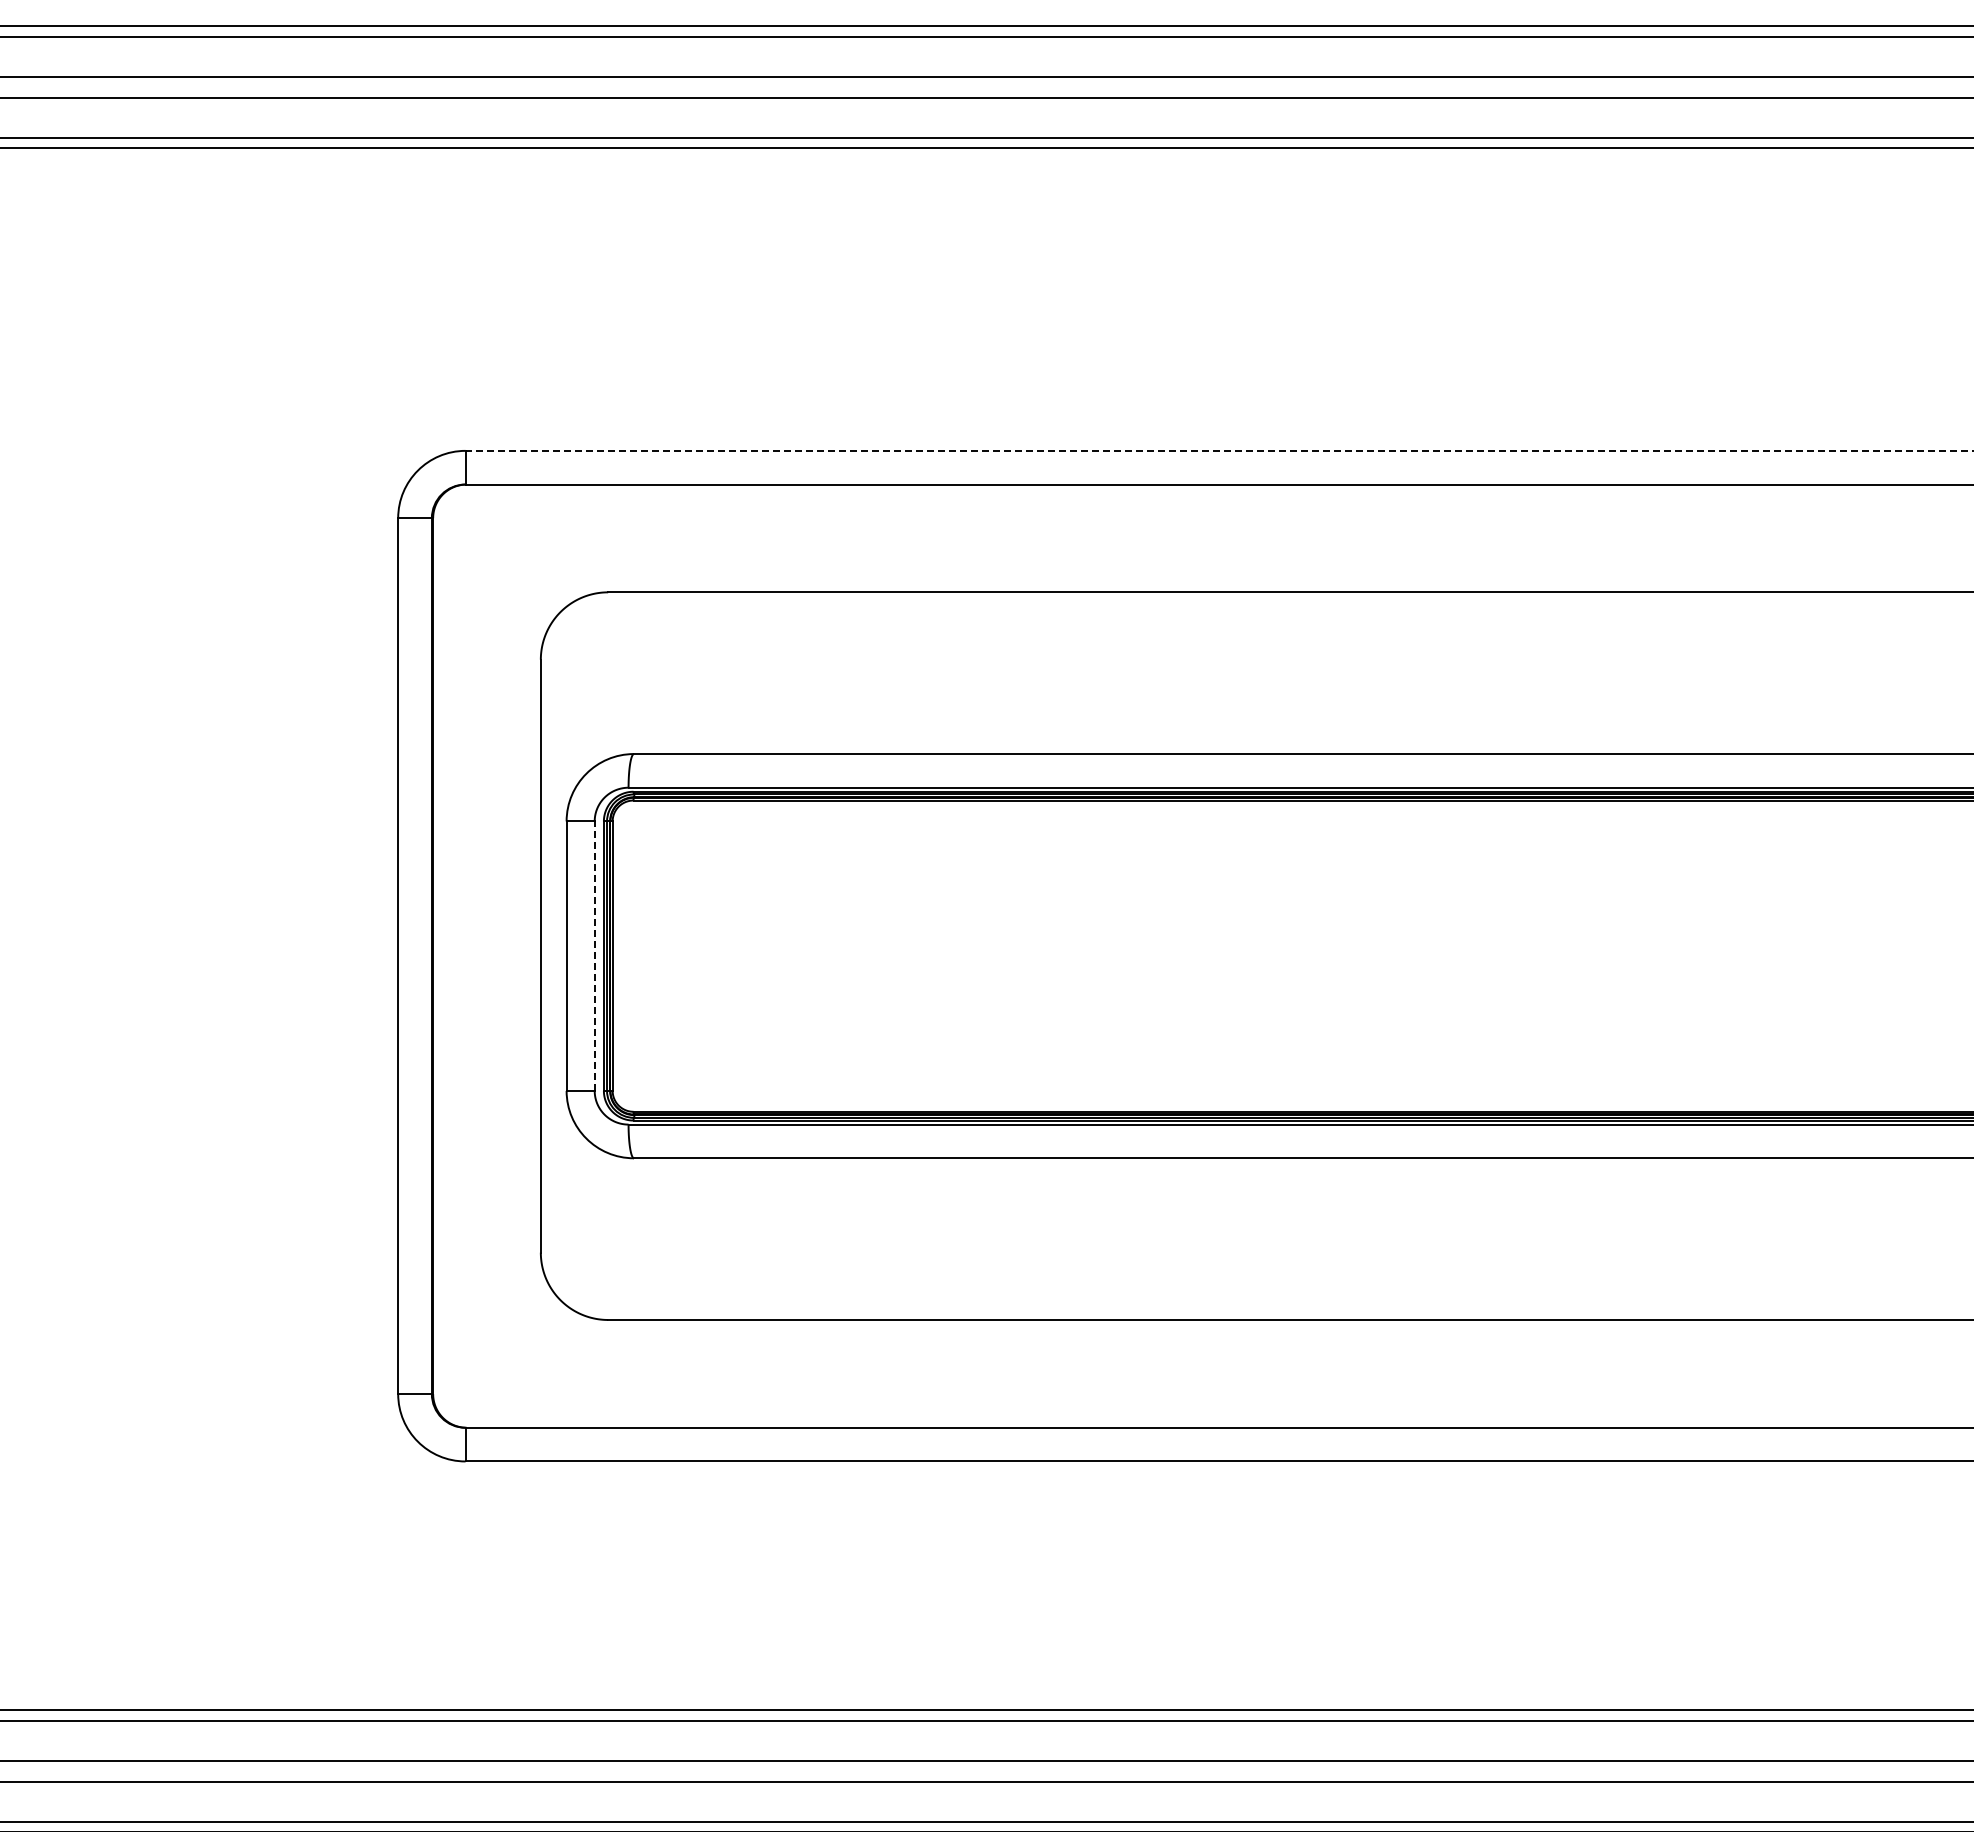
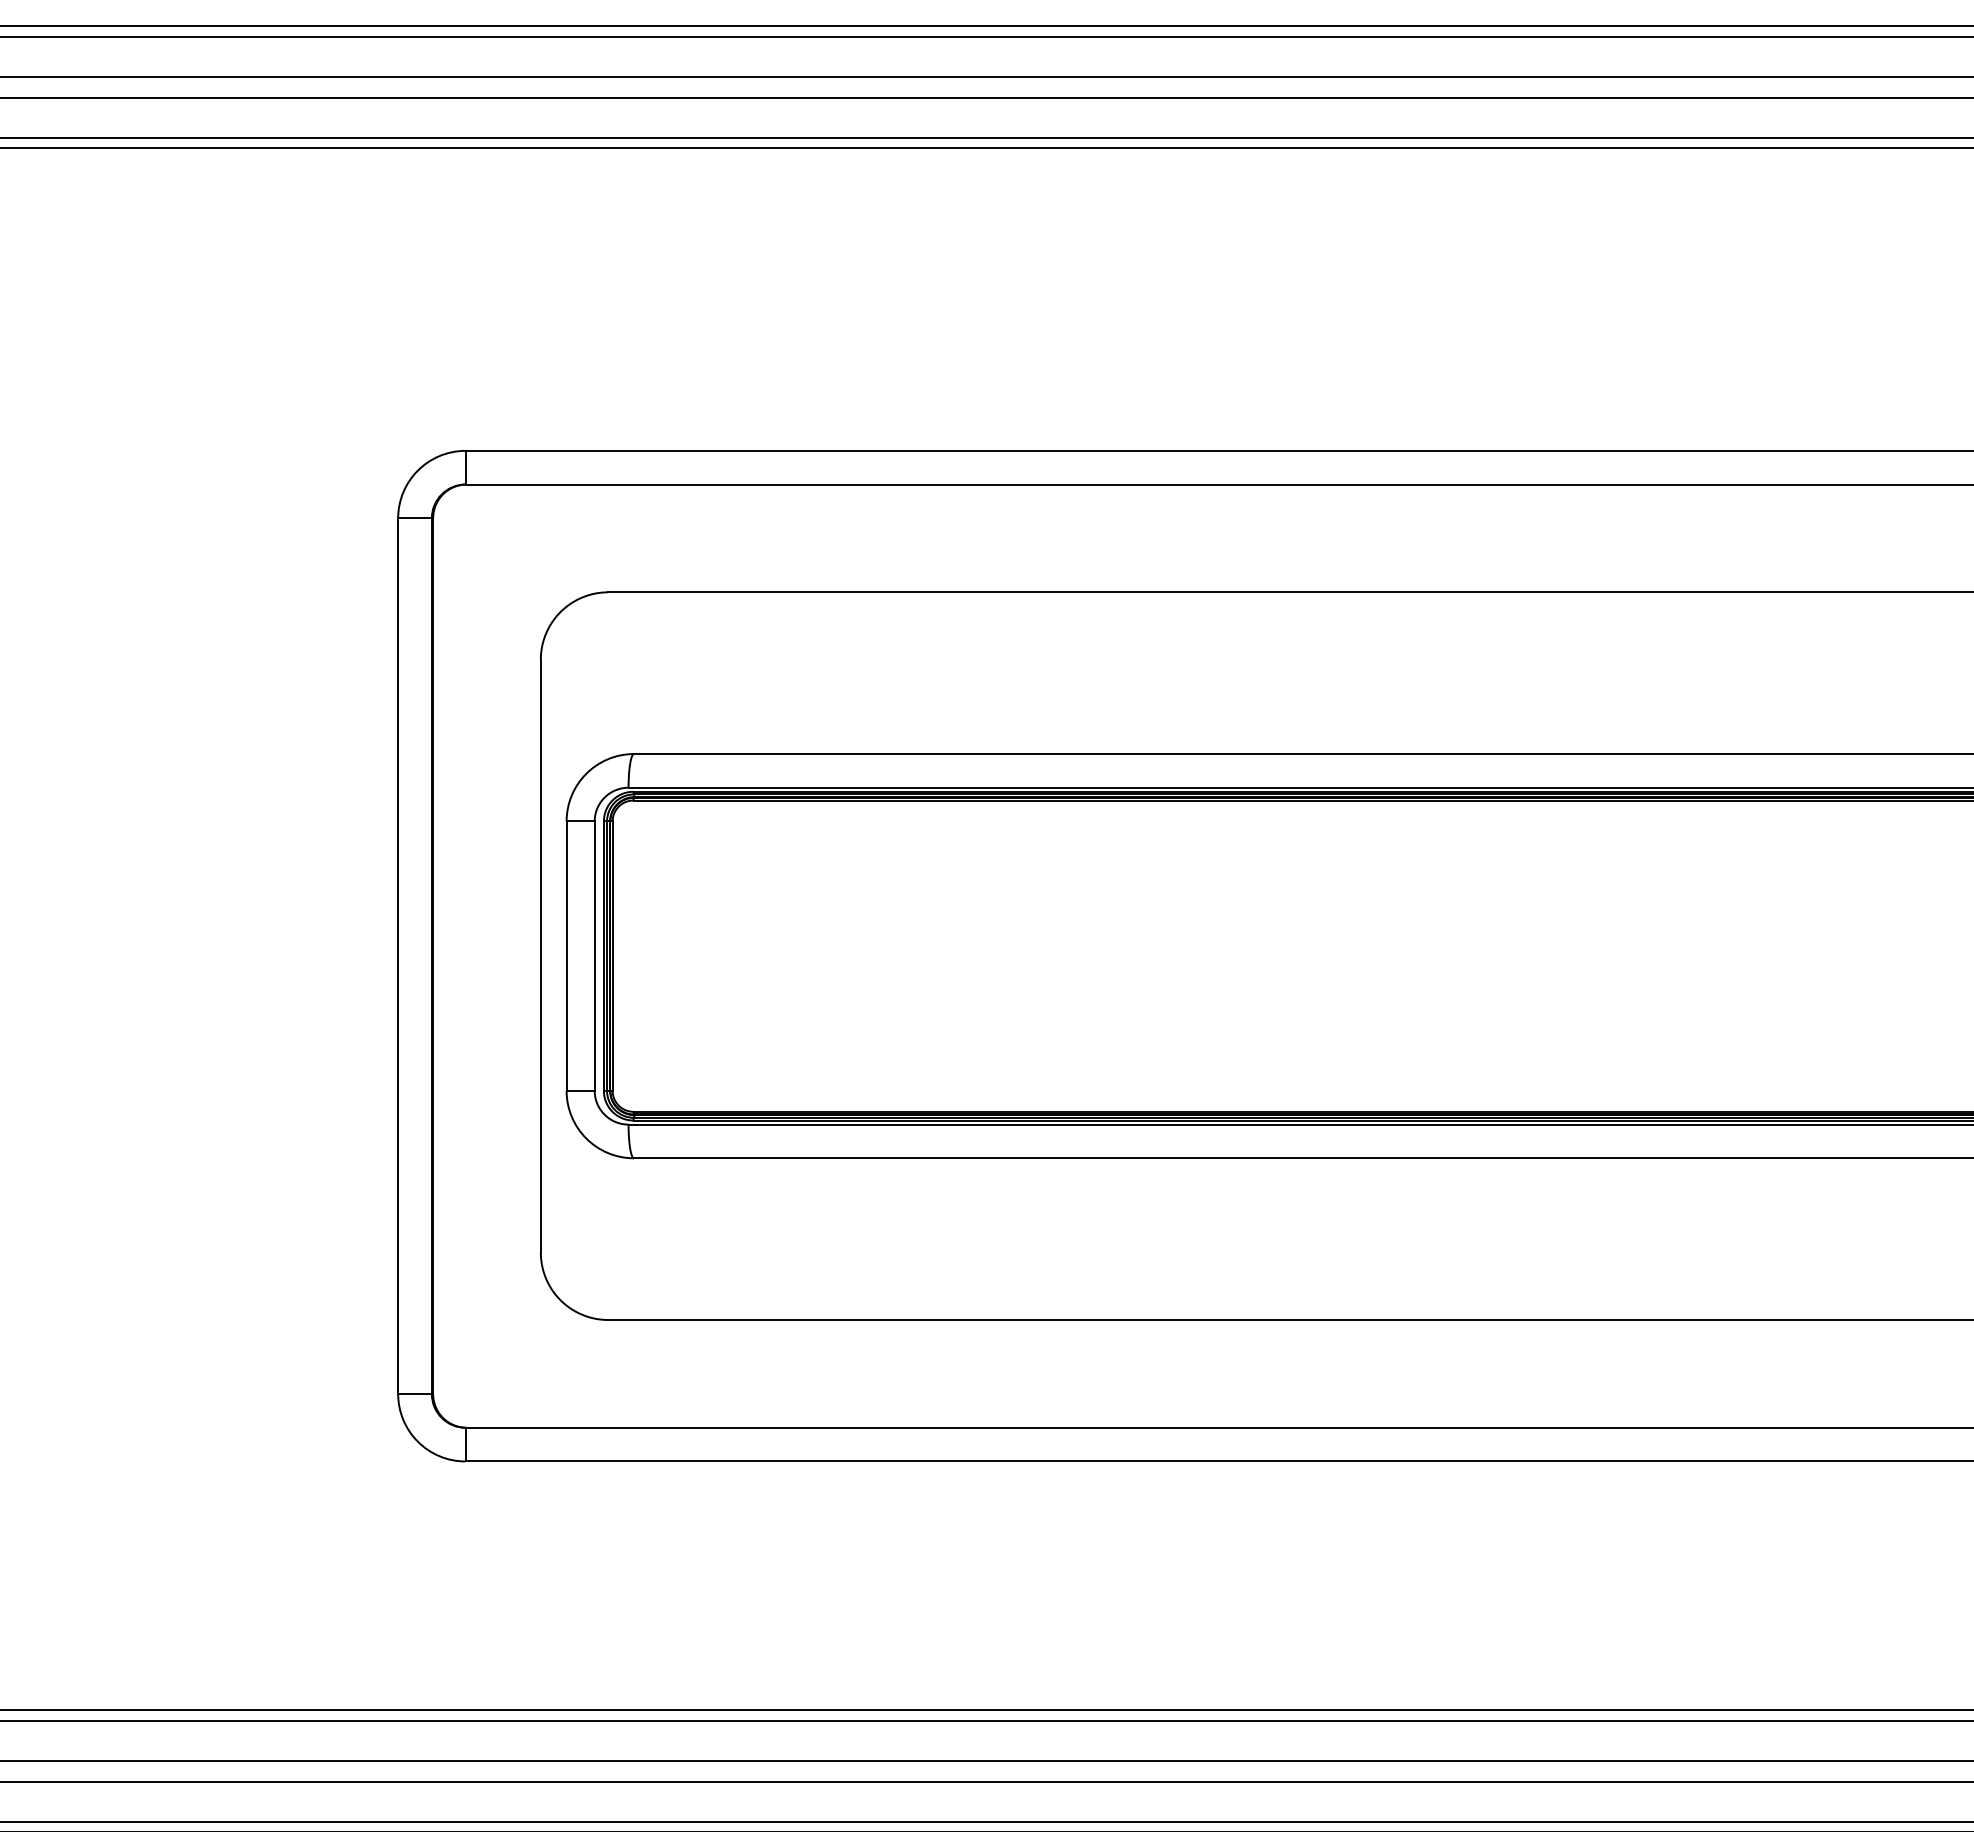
line at (1219, 450): dashed -> solid
line at (594, 956): dashed -> solid
